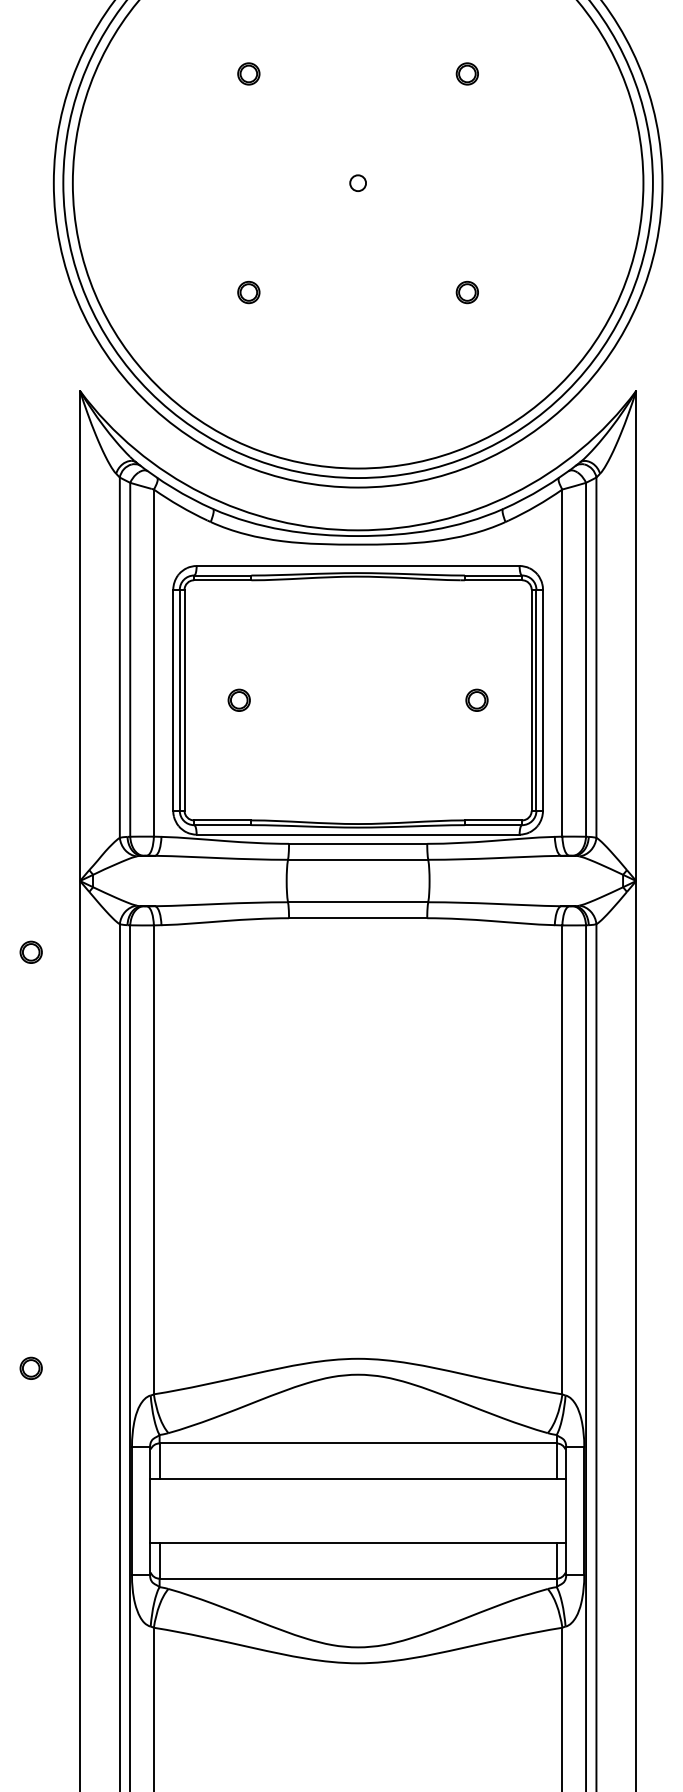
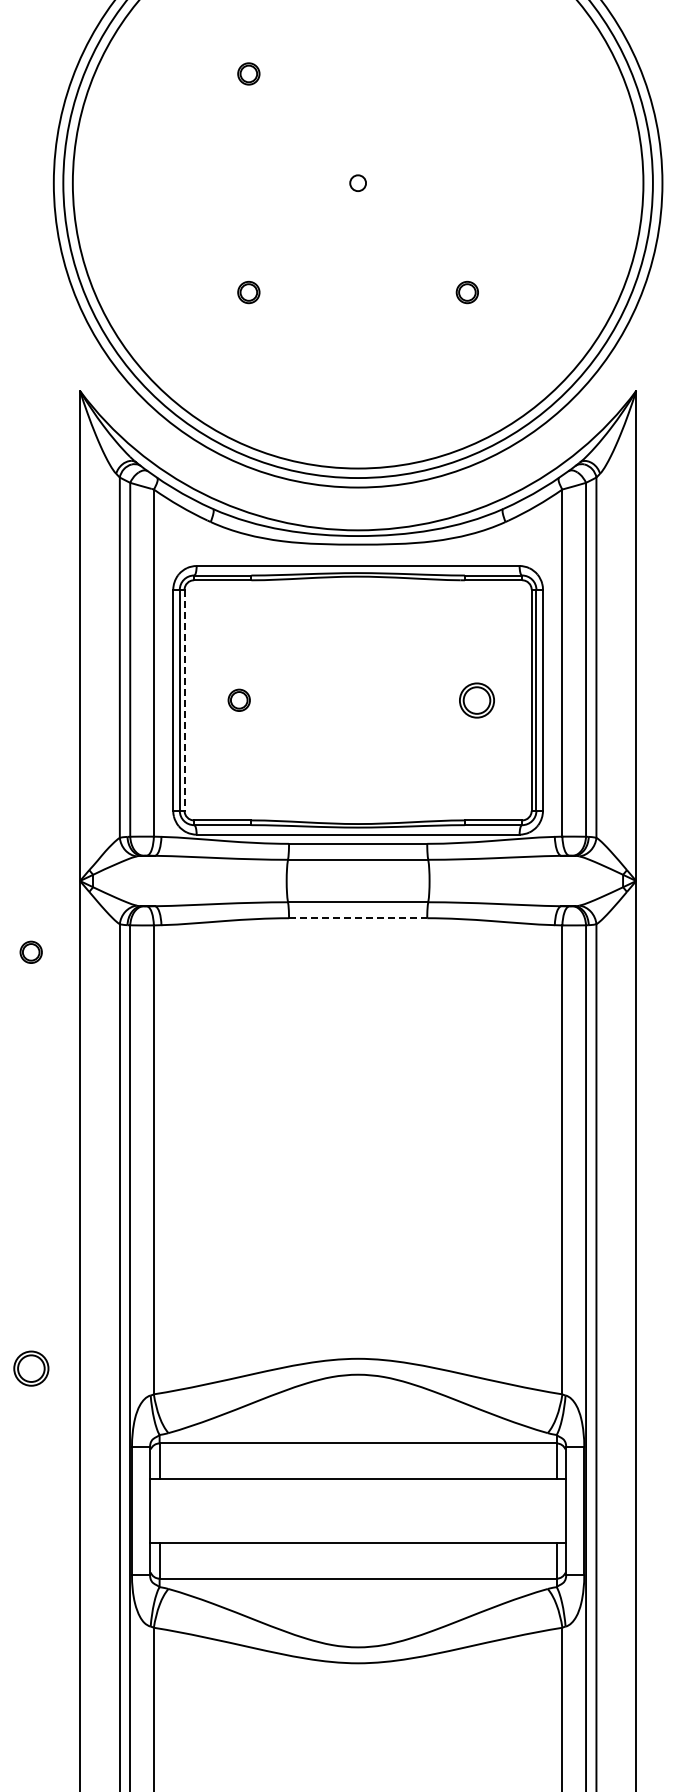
part at (466, 73): present -> none
part at (476, 699) size: 24x24 px -> 36x37 px
line at (184, 700): solid -> dashed
line at (358, 918): solid -> dashed
part at (30, 1367) size: 24x24 px -> 37x37 px
